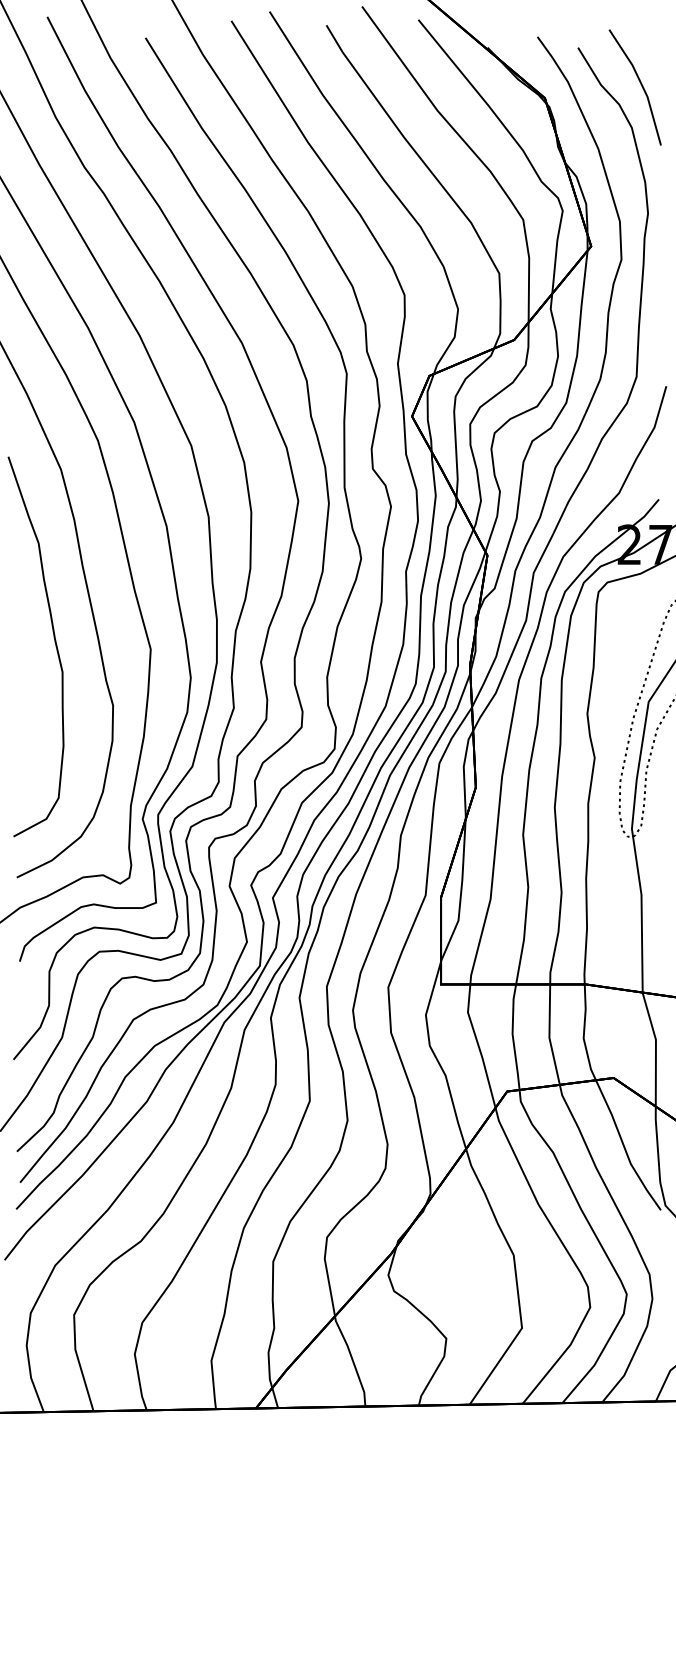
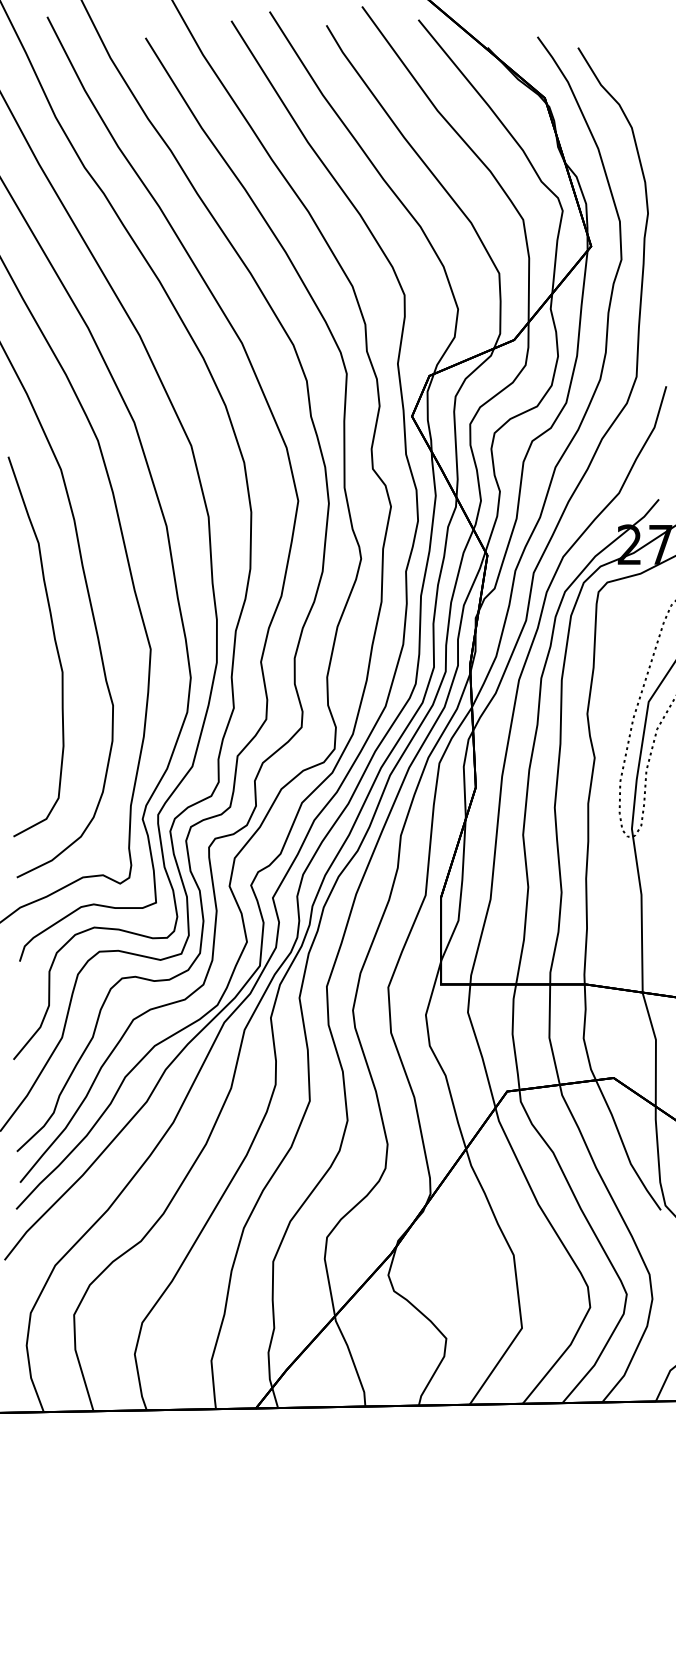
line at (640, 84): present -> none
